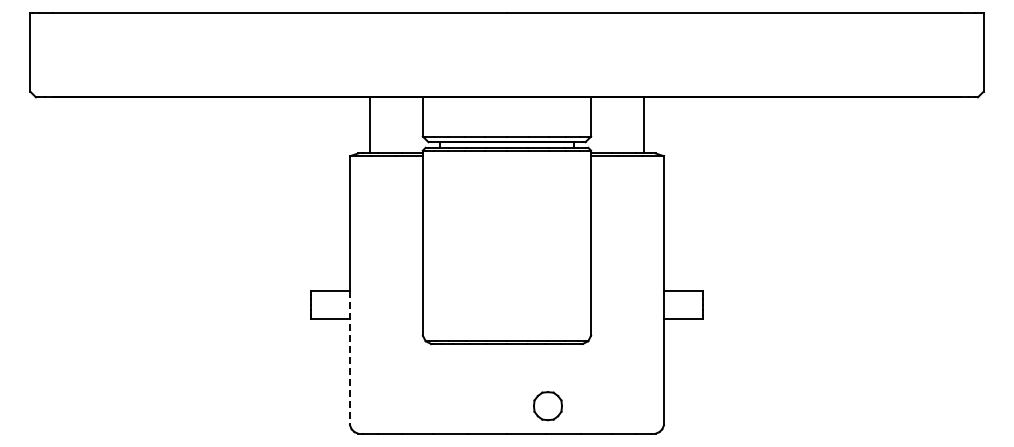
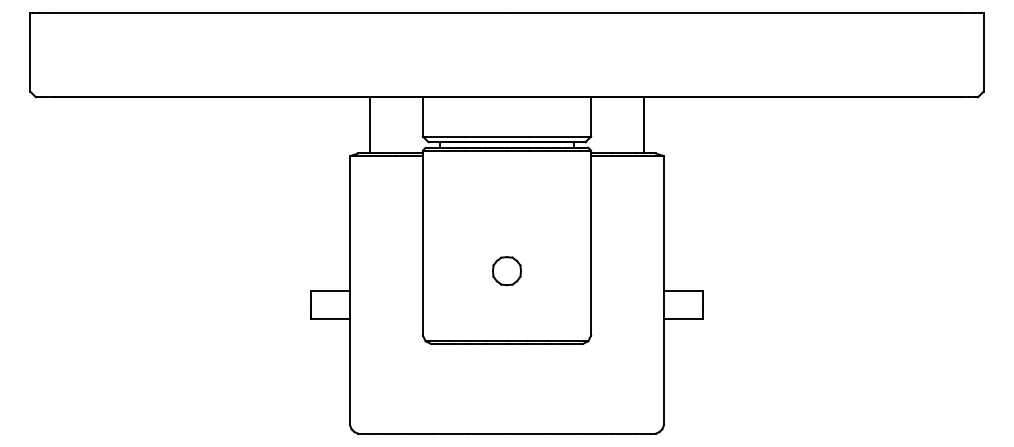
line at (350, 358): dashed -> solid
part at (547, 406) position: (547, 406) -> (506, 271)
